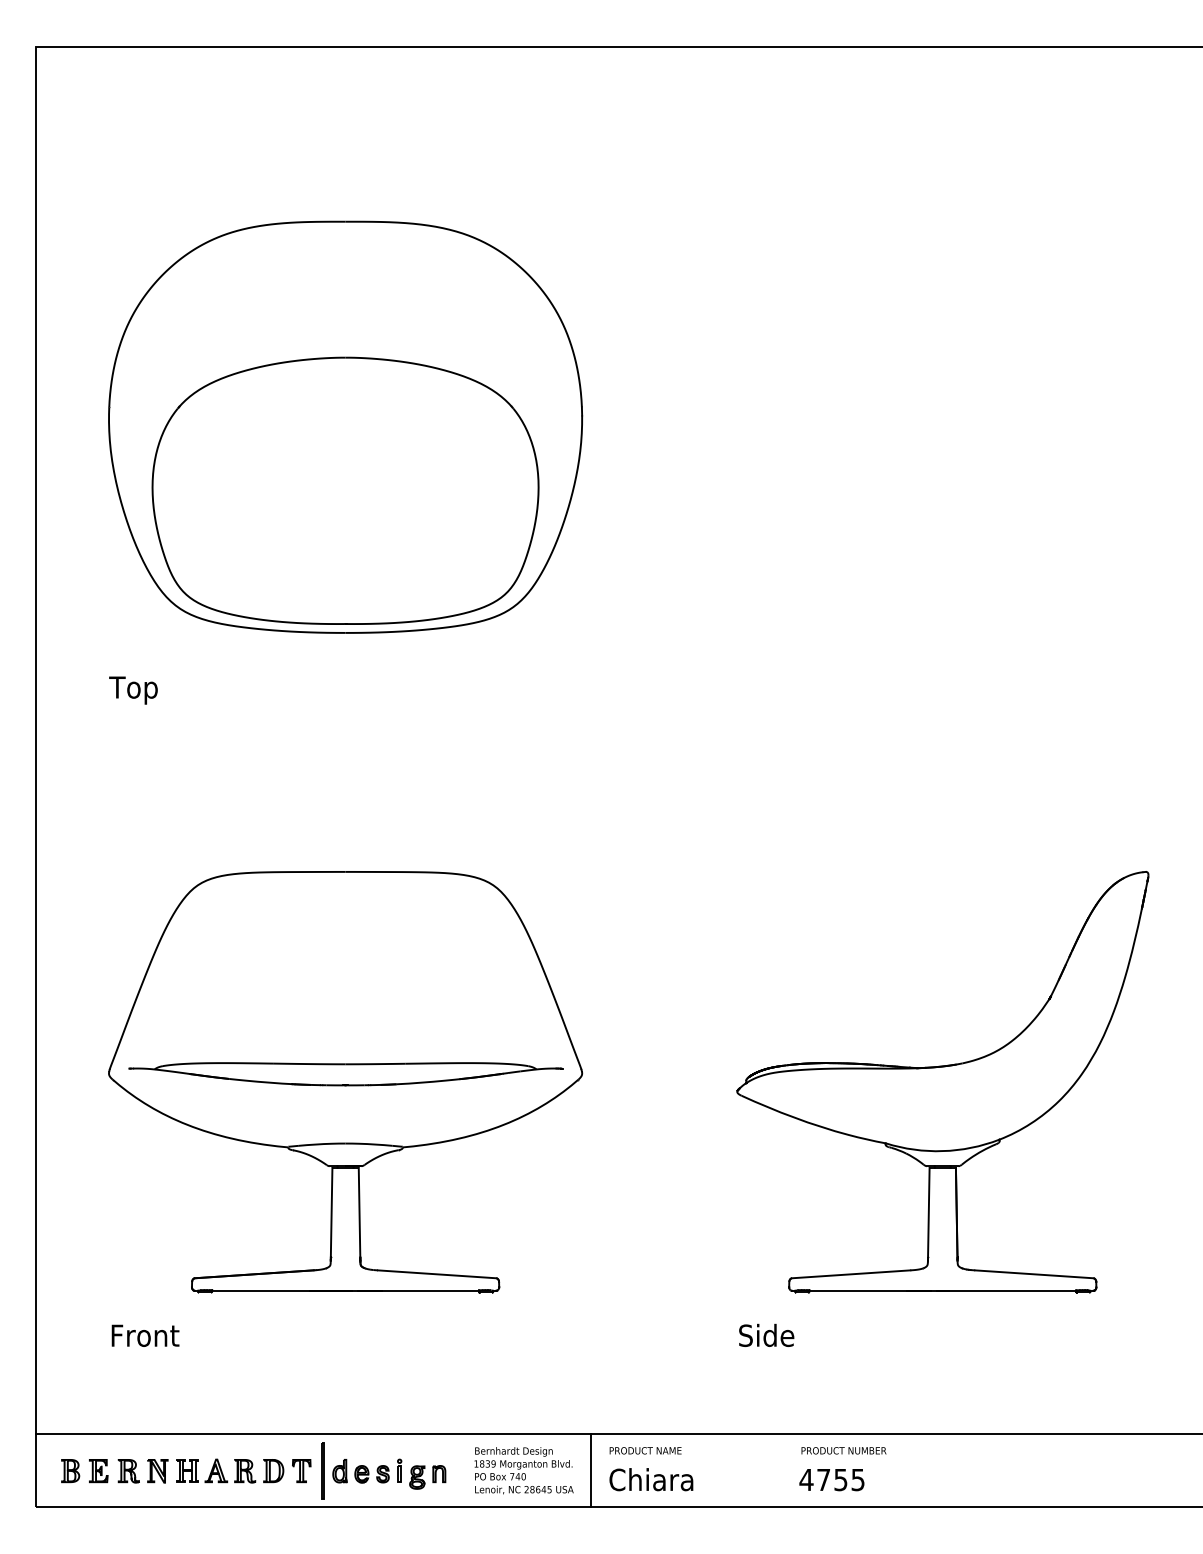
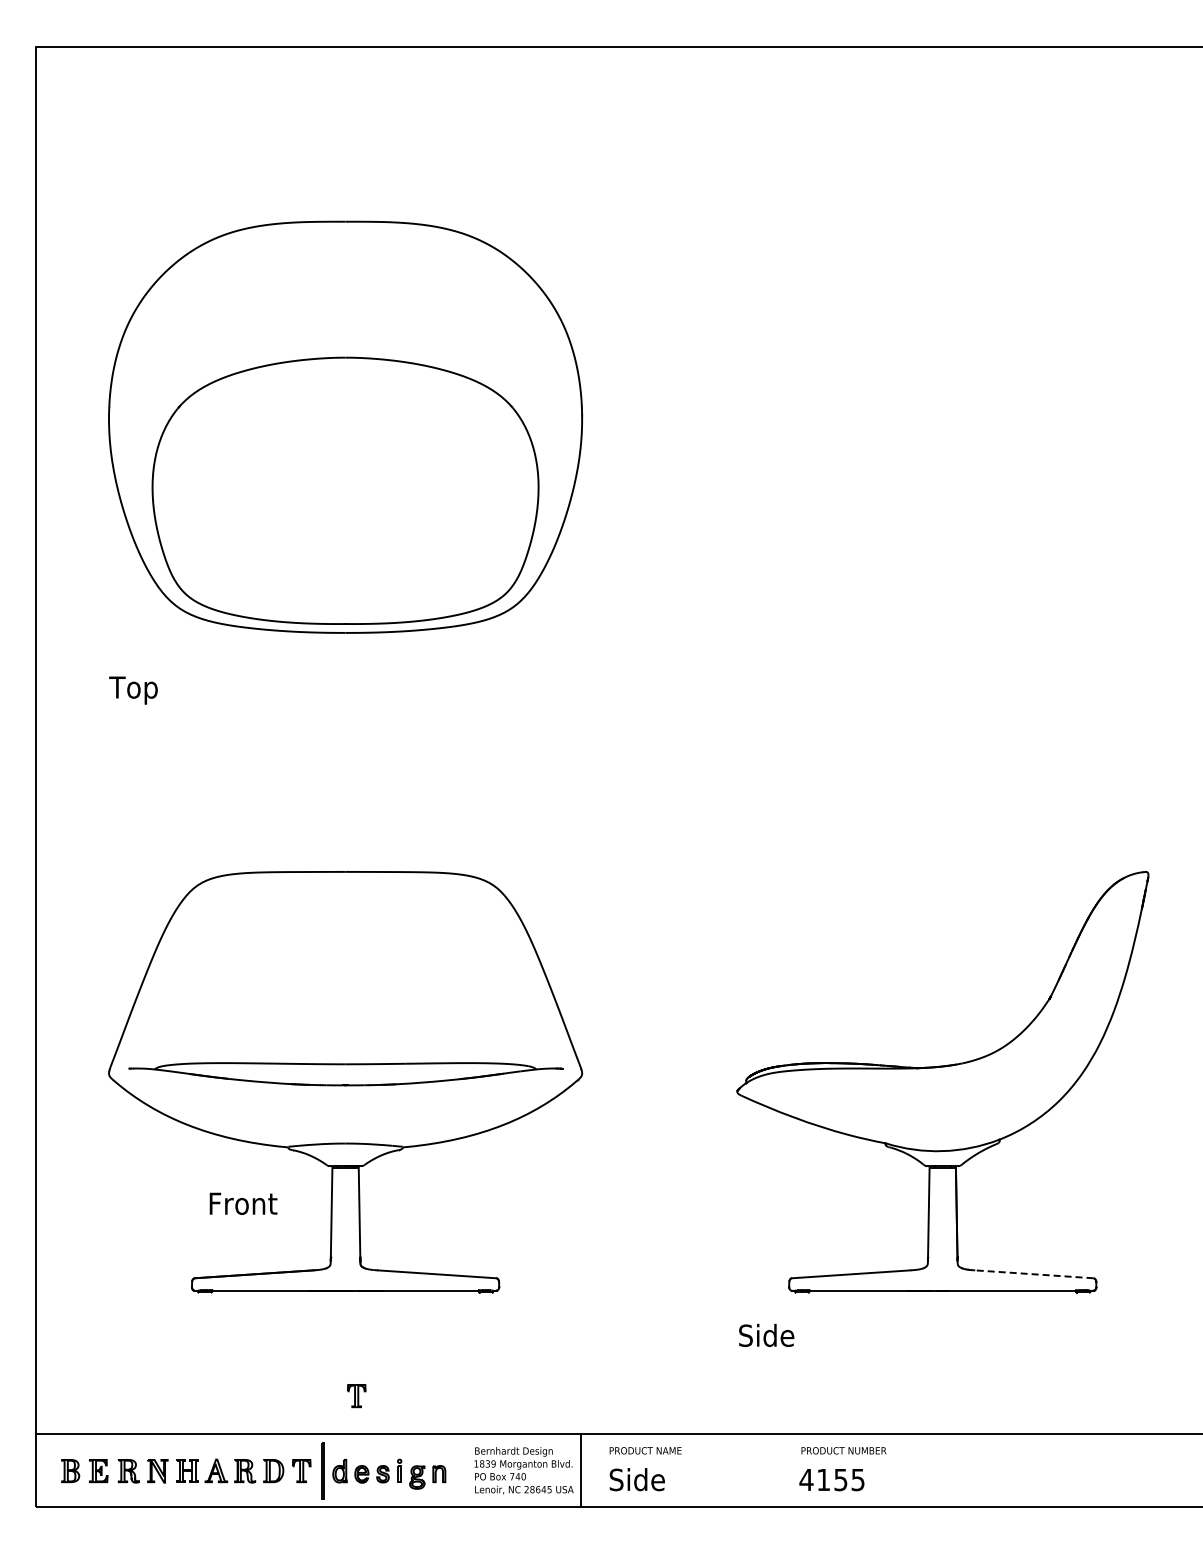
line at (1033, 1274): solid -> dashed
text at (145, 1335) position: (145, 1335) -> (243, 1203)
part at (356, 1396): none -> present
line at (591, 1470) position: (591, 1470) -> (581, 1470)
text at (651, 1479): Chiara -> Side
text at (823, 1479): 4755 -> 4155
